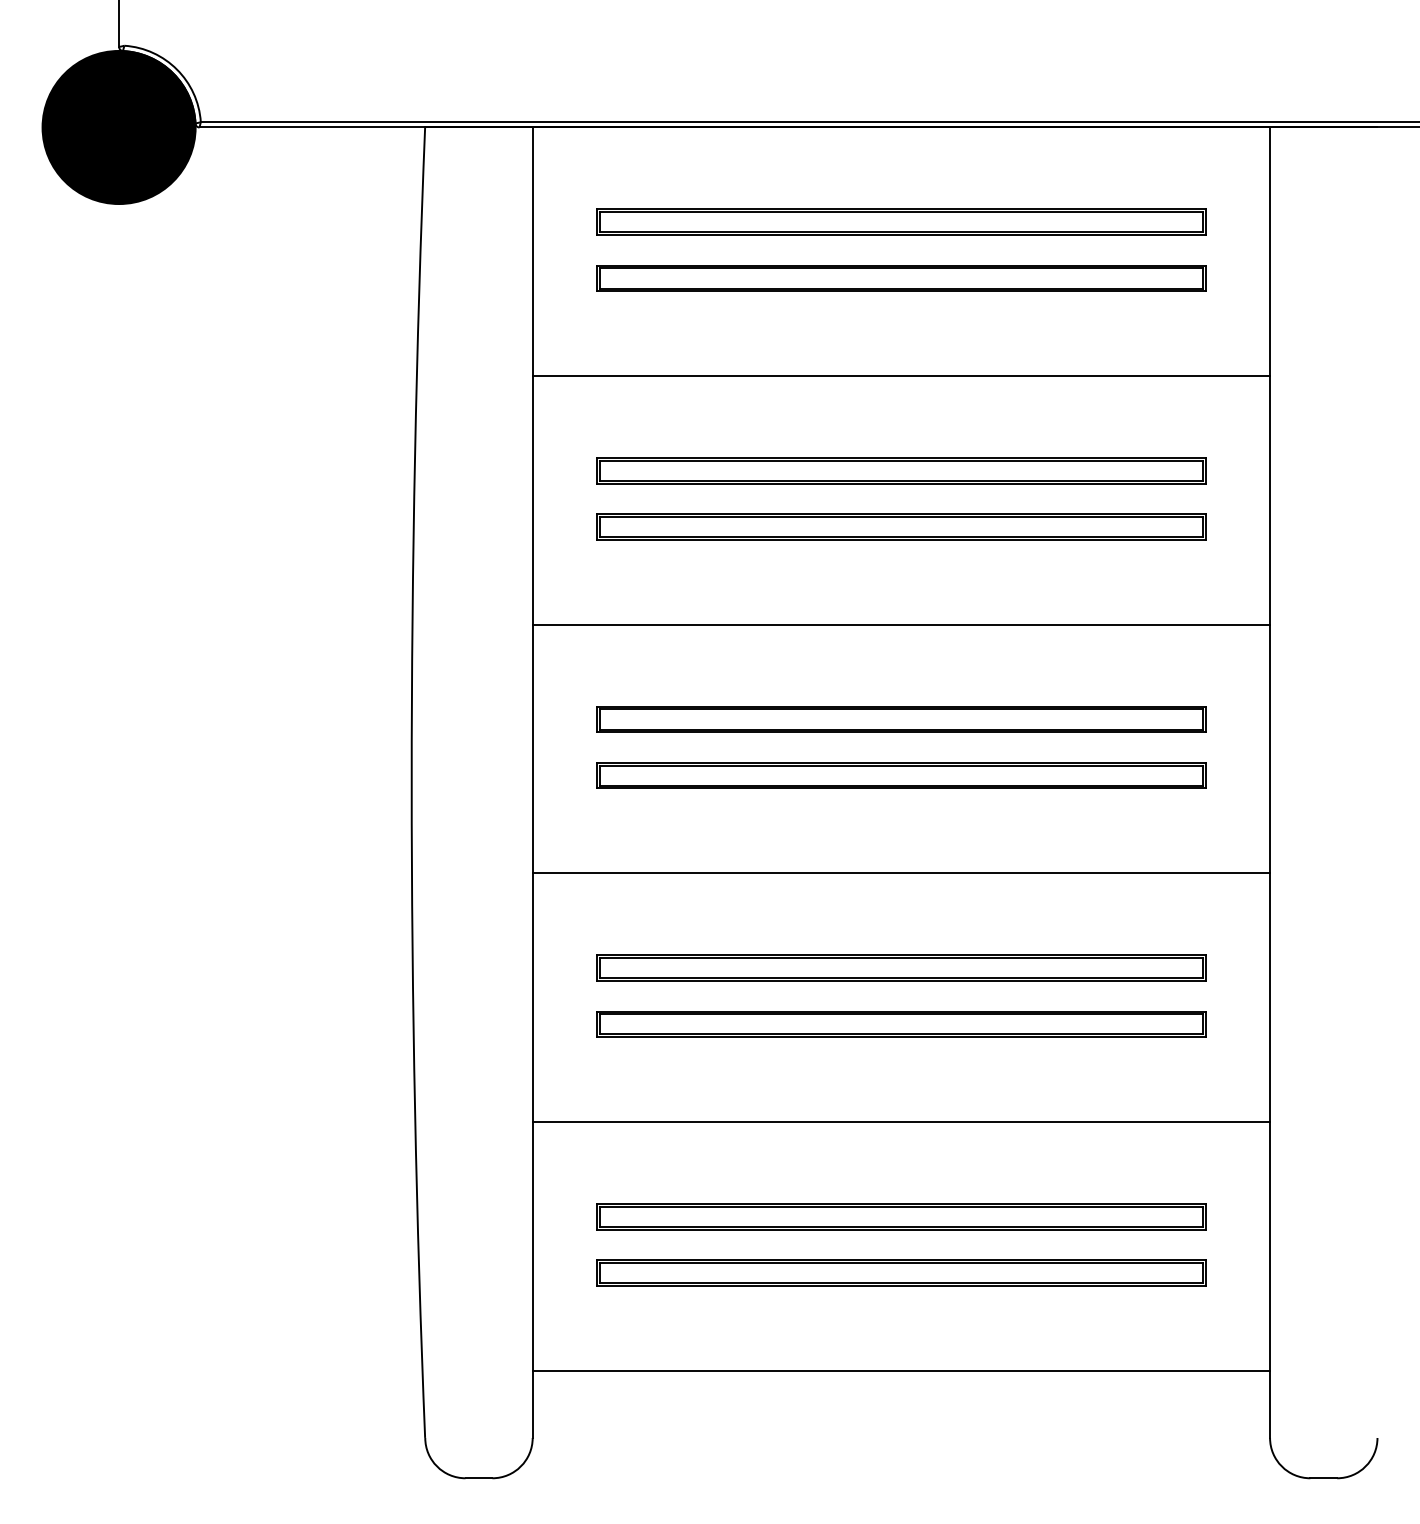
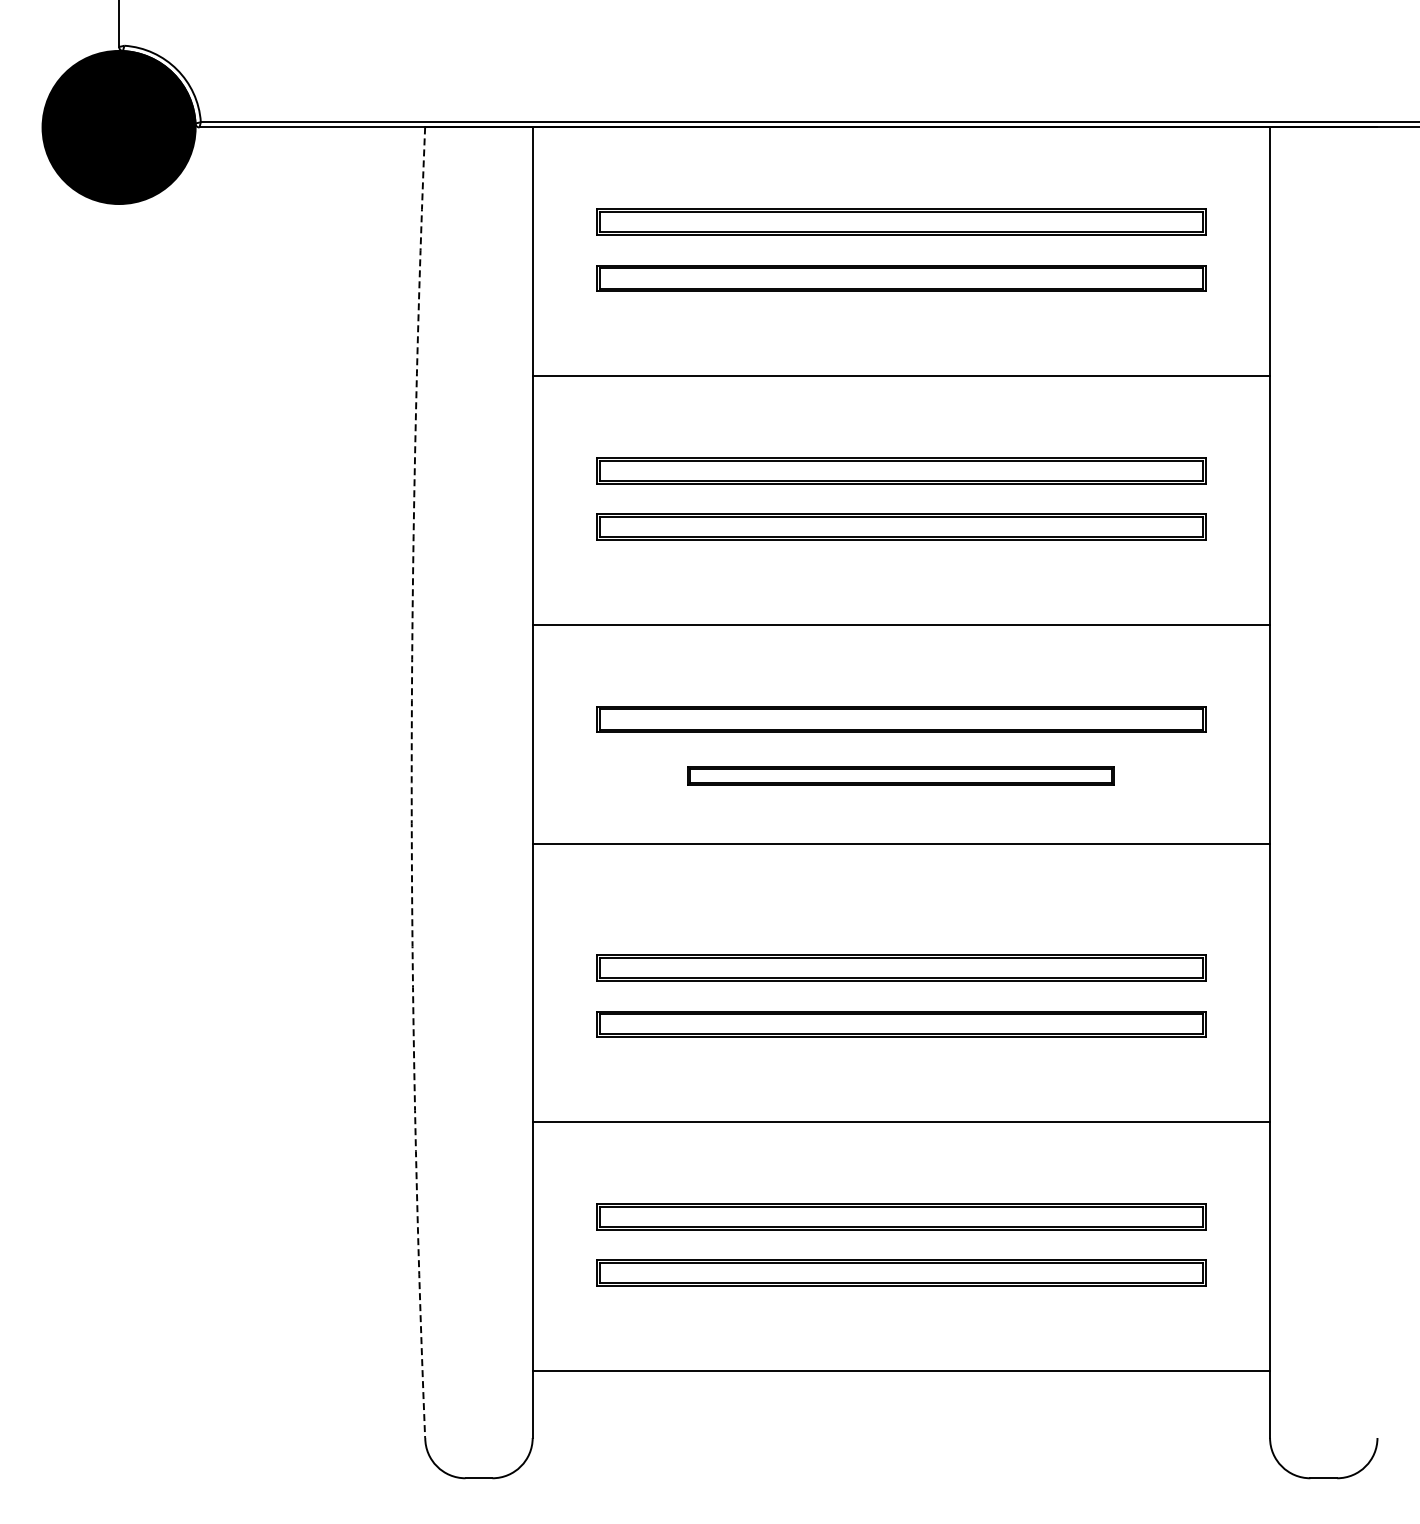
part at (901, 775) size: 611x27 px -> 428x20 px
arc at (411, 782): solid -> dashed
line at (901, 873) position: (901, 873) -> (901, 844)
